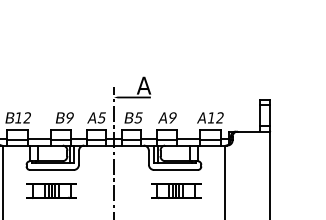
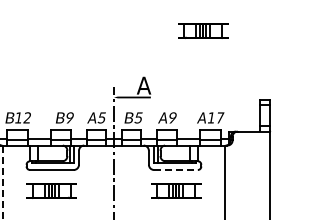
part at (203, 30): none -> present
text at (220, 117): A12 -> A17
line at (176, 170): solid -> dashed
line at (3, 182): solid -> dashed
